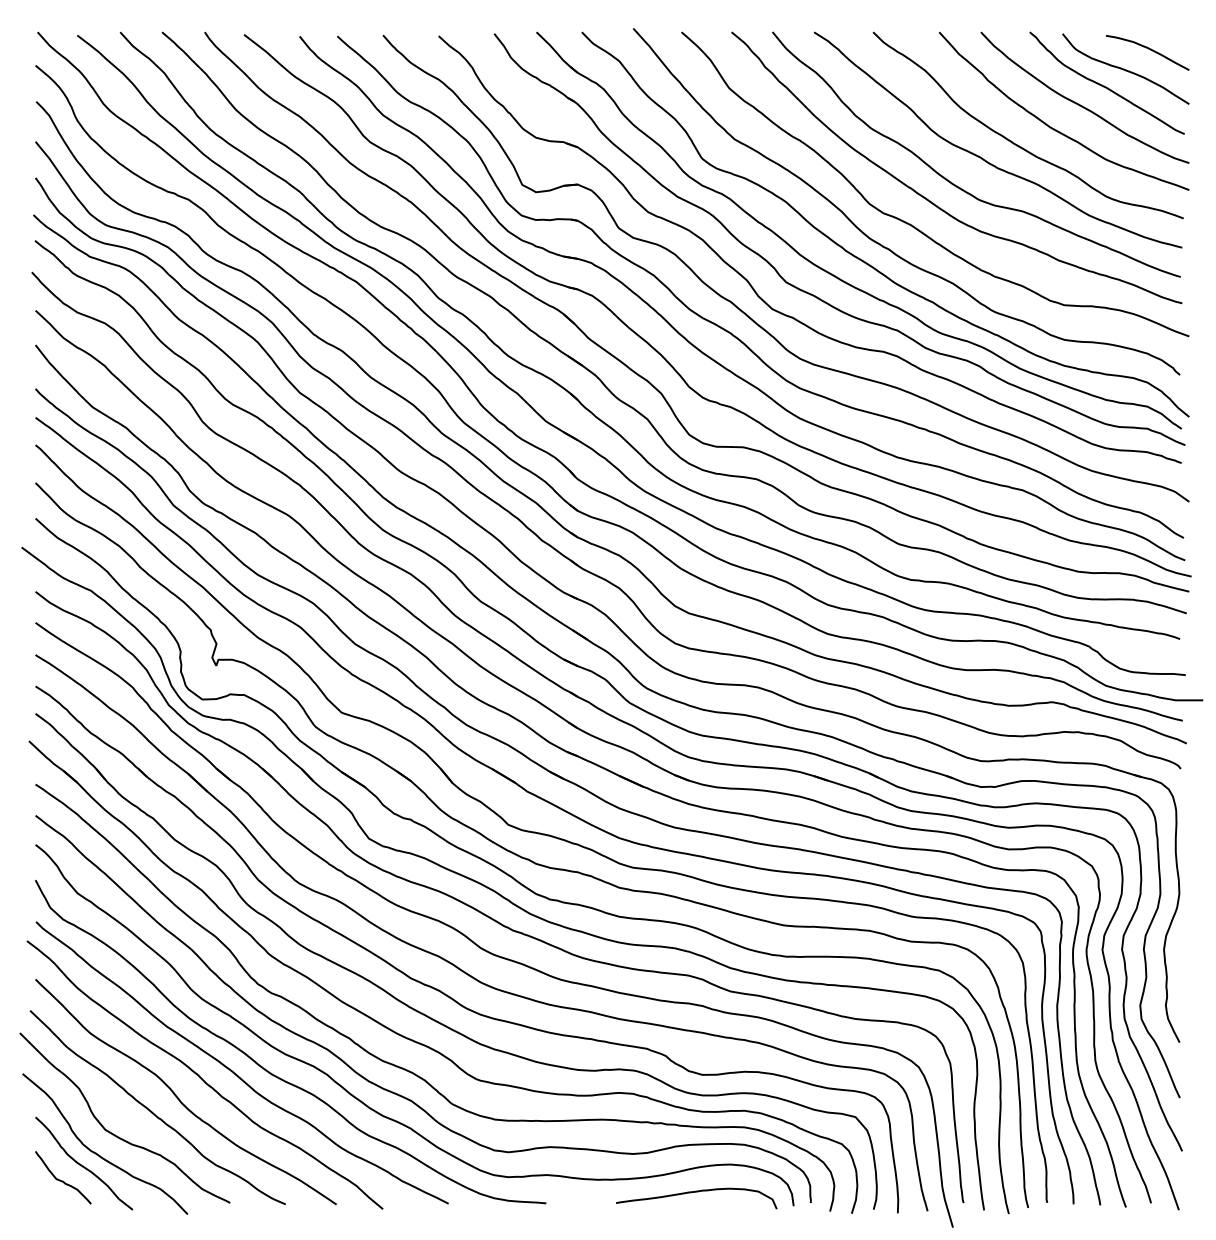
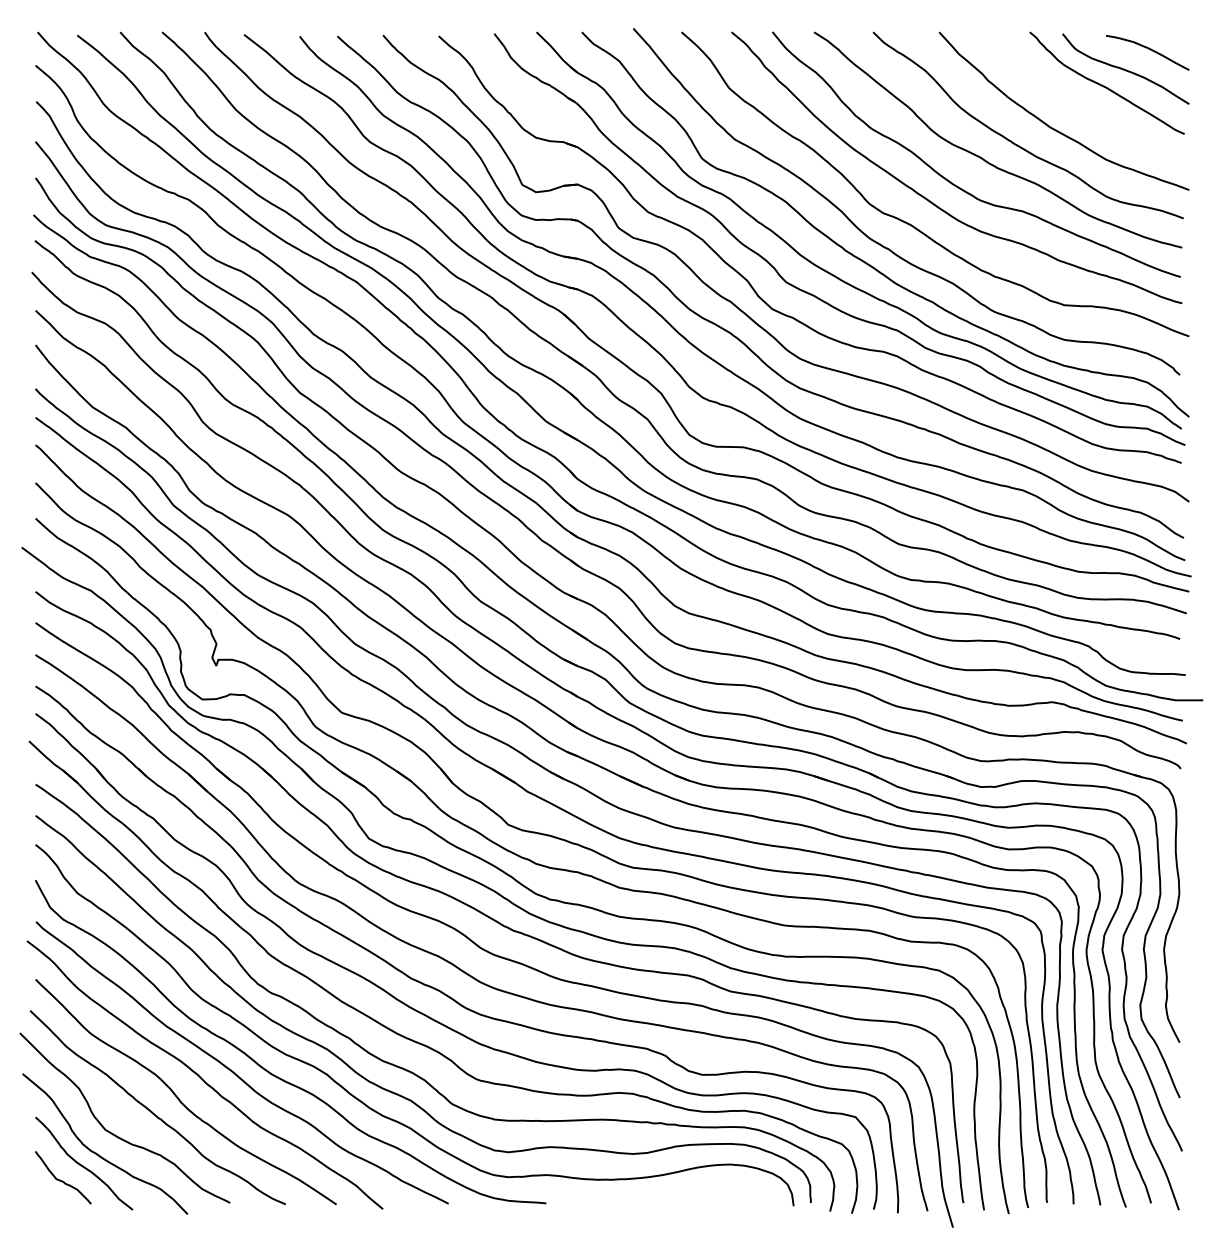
curve at (1080, 104): present -> none
curve at (696, 1192): present -> none
